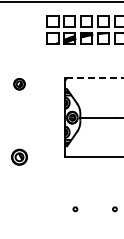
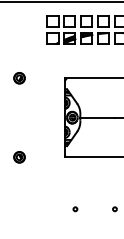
line at (93, 78): dashed -> solid
part at (19, 84) position: (19, 84) -> (19, 78)
part at (19, 156) size: 17x18 px -> 13x13 px
